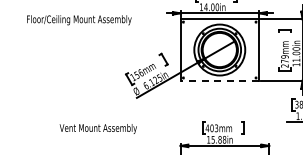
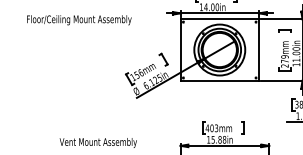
line at (219, 80): dashed -> solid
text at (97, 128) position: (97, 128) -> (97, 142)
